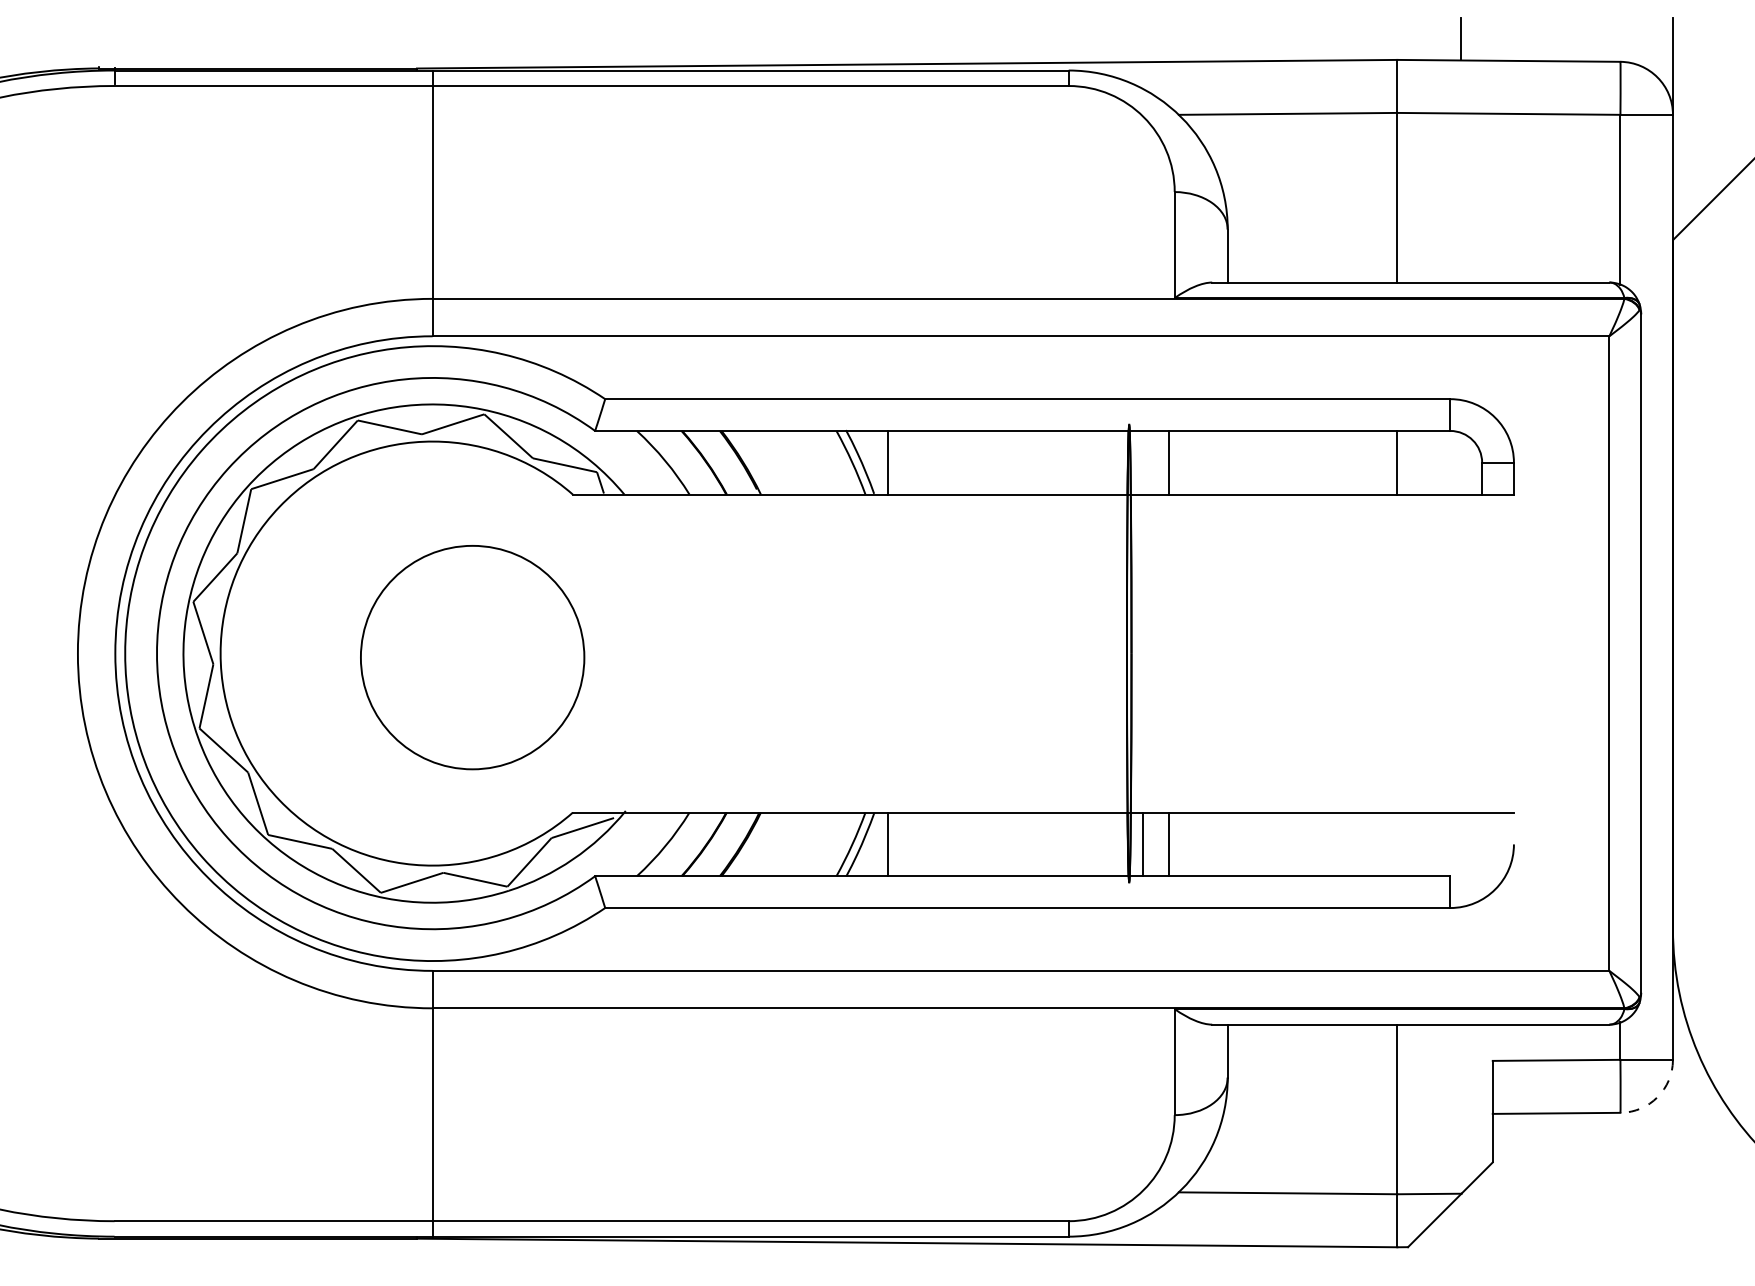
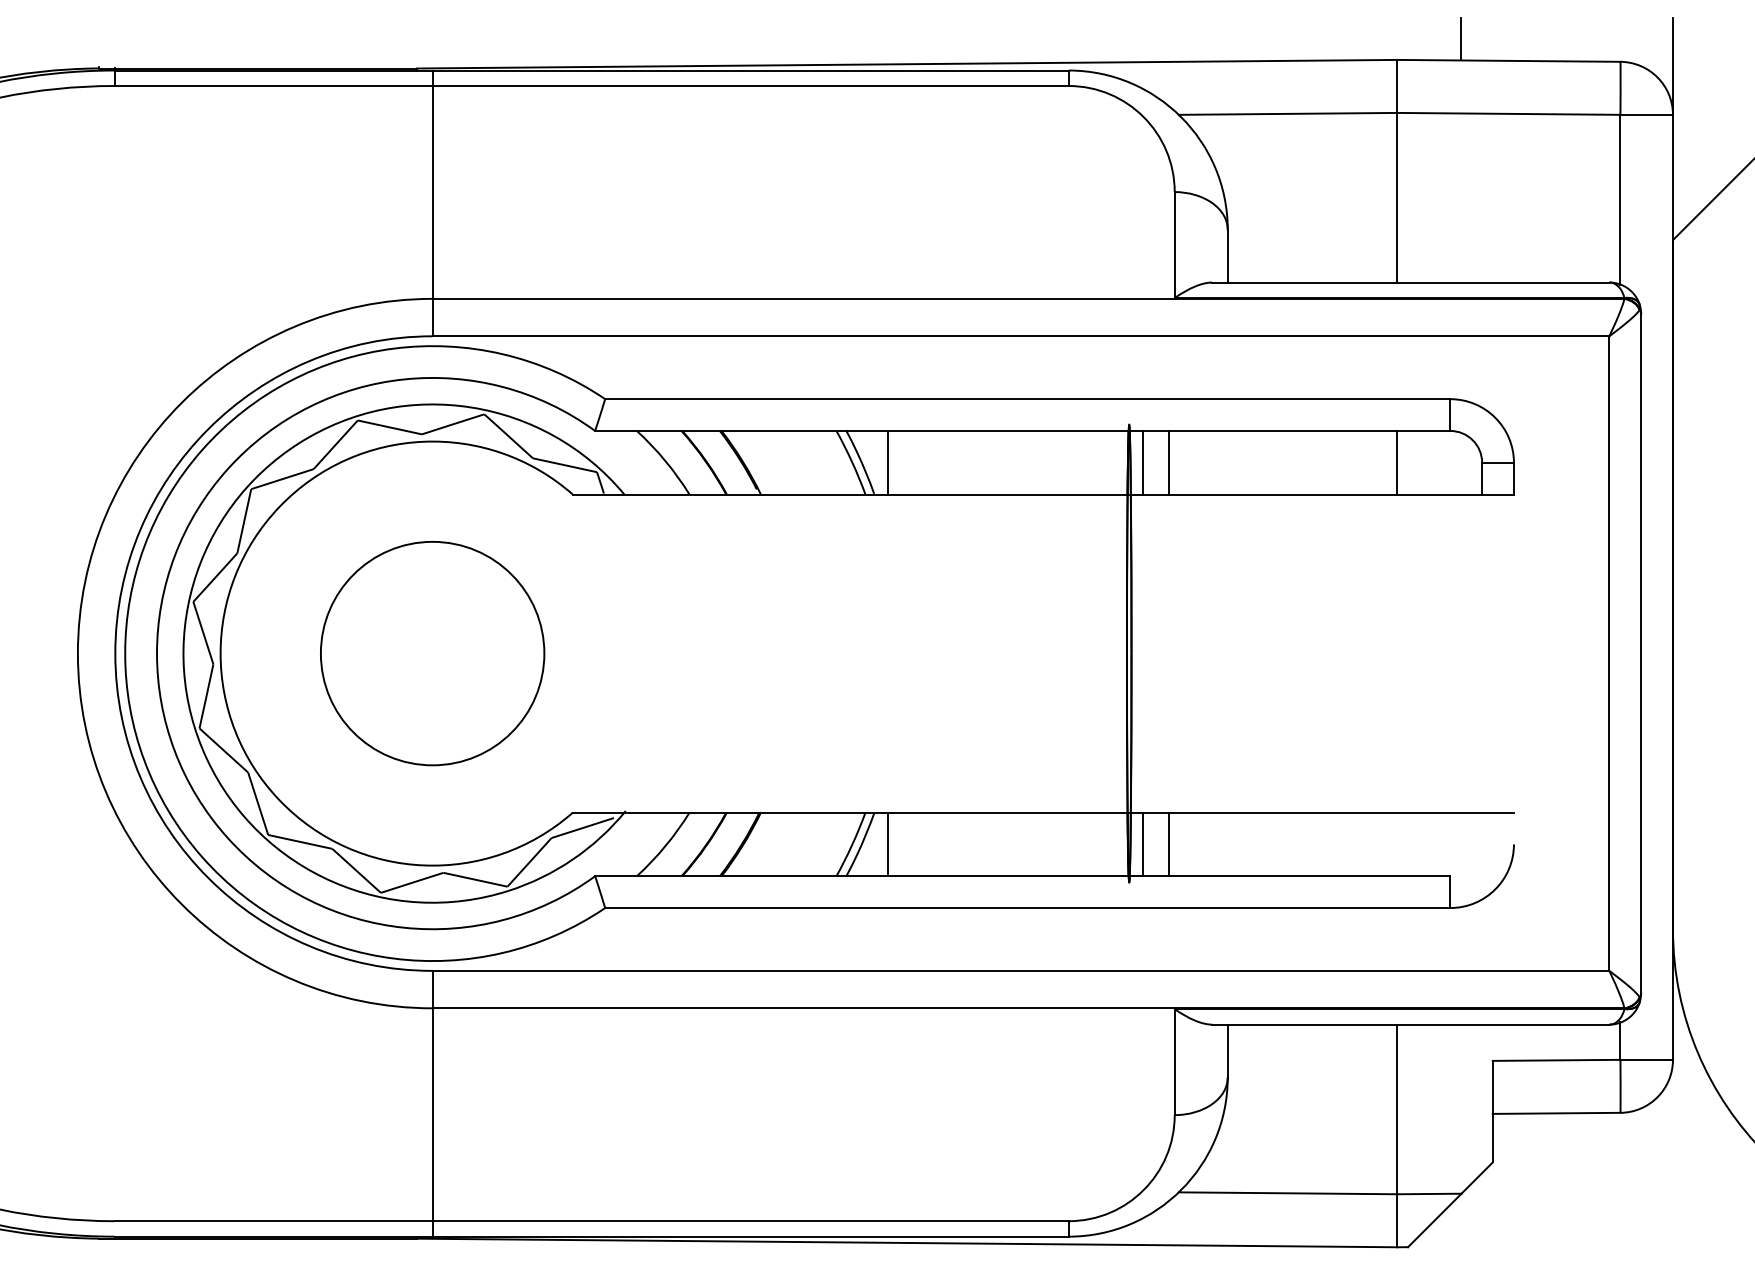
line at (1142, 462): none -> present
circle at (472, 657) position: (472, 657) -> (432, 653)
arc at (1657, 1097): dashed -> solid
